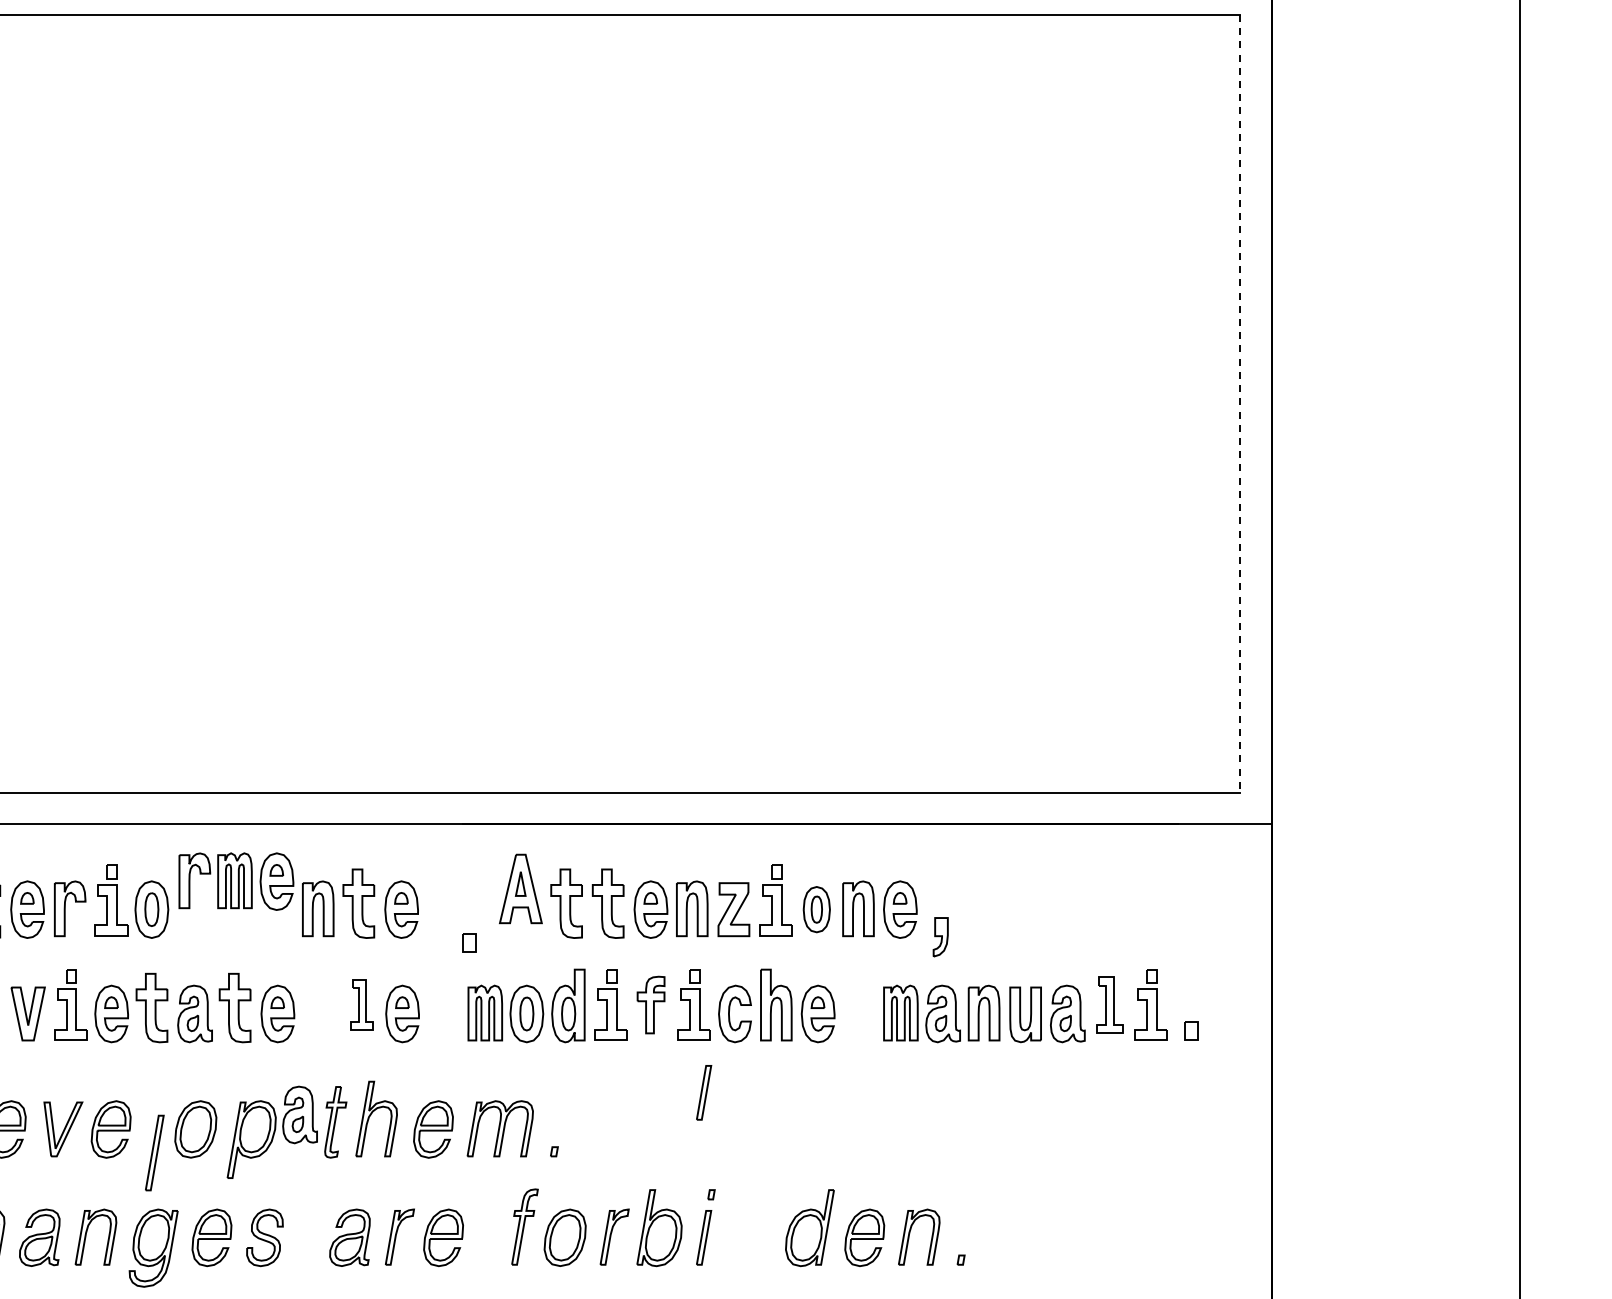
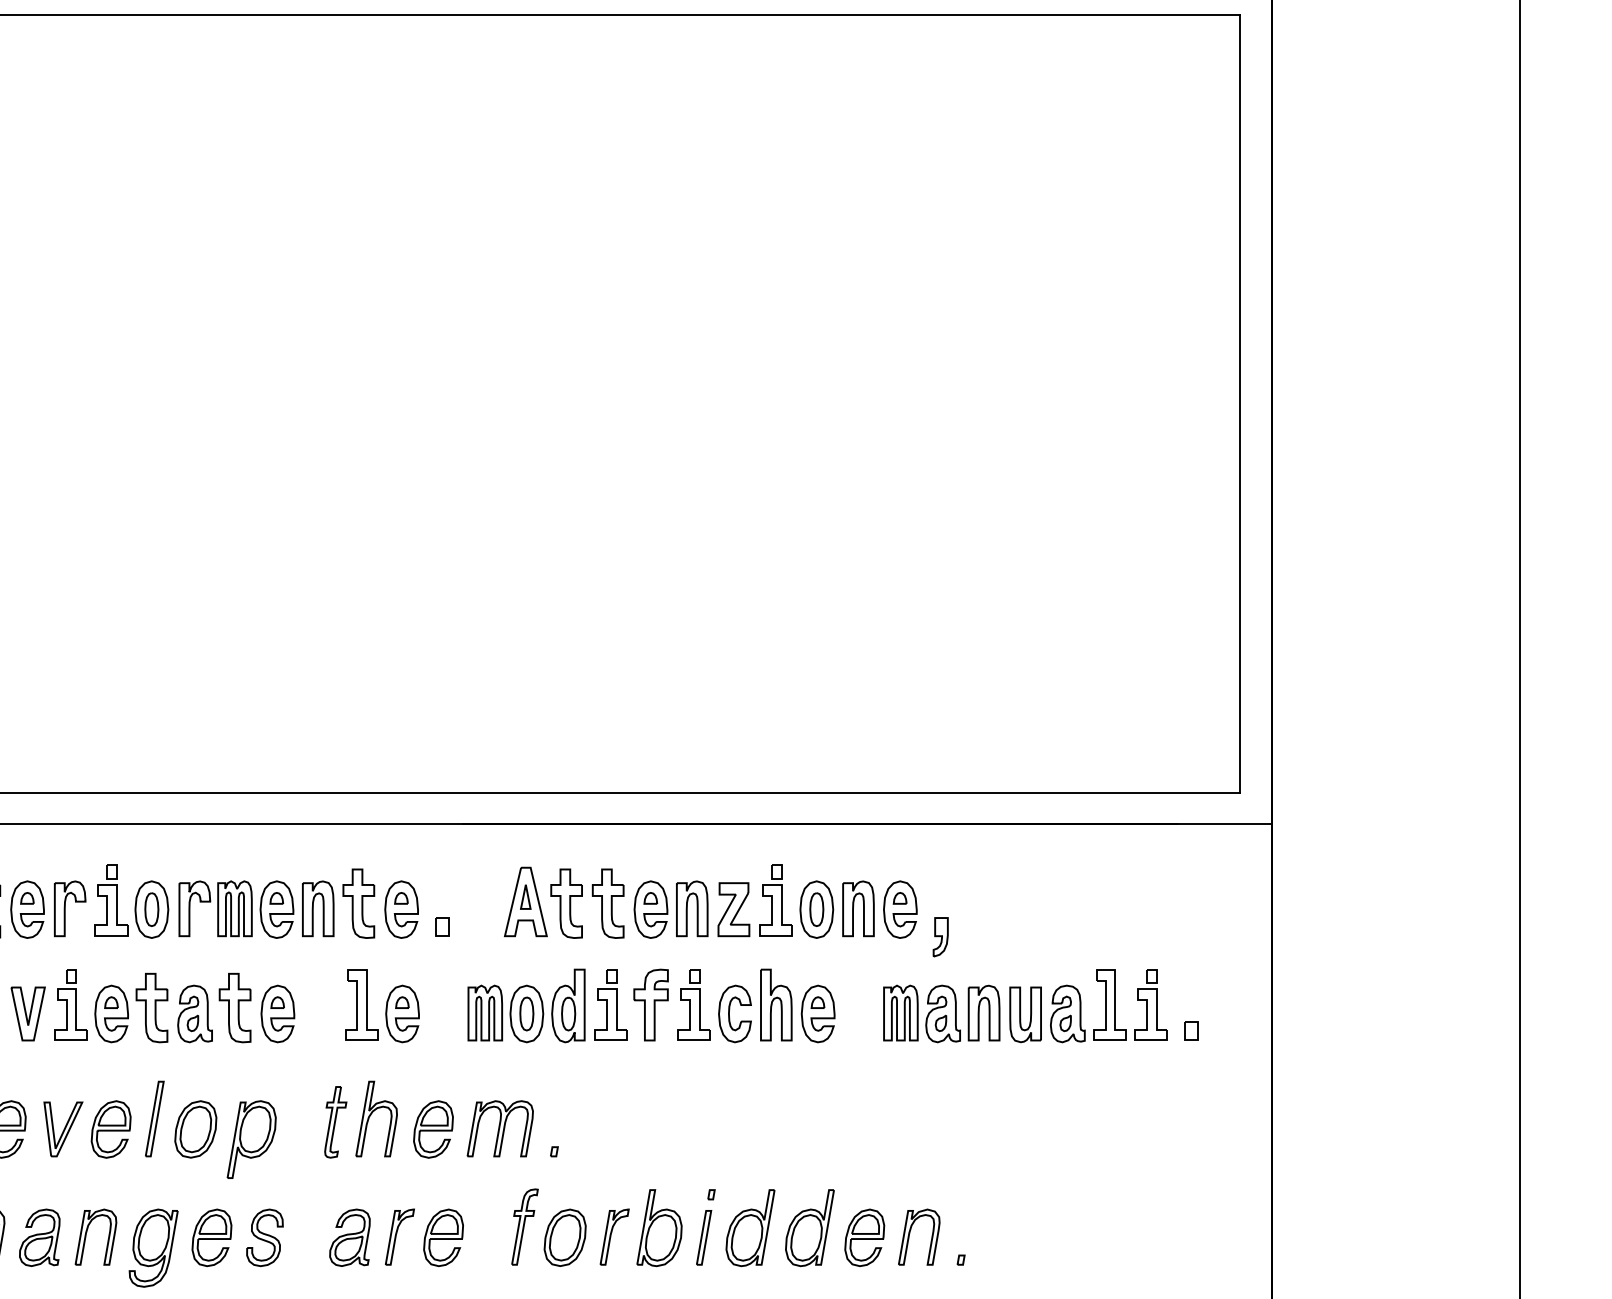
line at (1240, 403): dashed -> solid
part at (236, 881) position: (236, 881) -> (236, 909)
part at (520, 888) position: (520, 888) -> (525, 901)
part at (816, 909) size: 29x48 px -> 36x59 px
part at (469, 942) position: (469, 942) -> (442, 926)
part at (361, 1004) size: 24x52 px -> 34x72 px
part at (650, 1004) size: 30x60 px -> 36x74 px
part at (1109, 1004) size: 28x58 px -> 34x72 px
part at (704, 1092): present -> none
part at (299, 1114): present -> none
part at (154, 1152) position: (154, 1152) -> (154, 1118)
part at (750, 1228): none -> present
